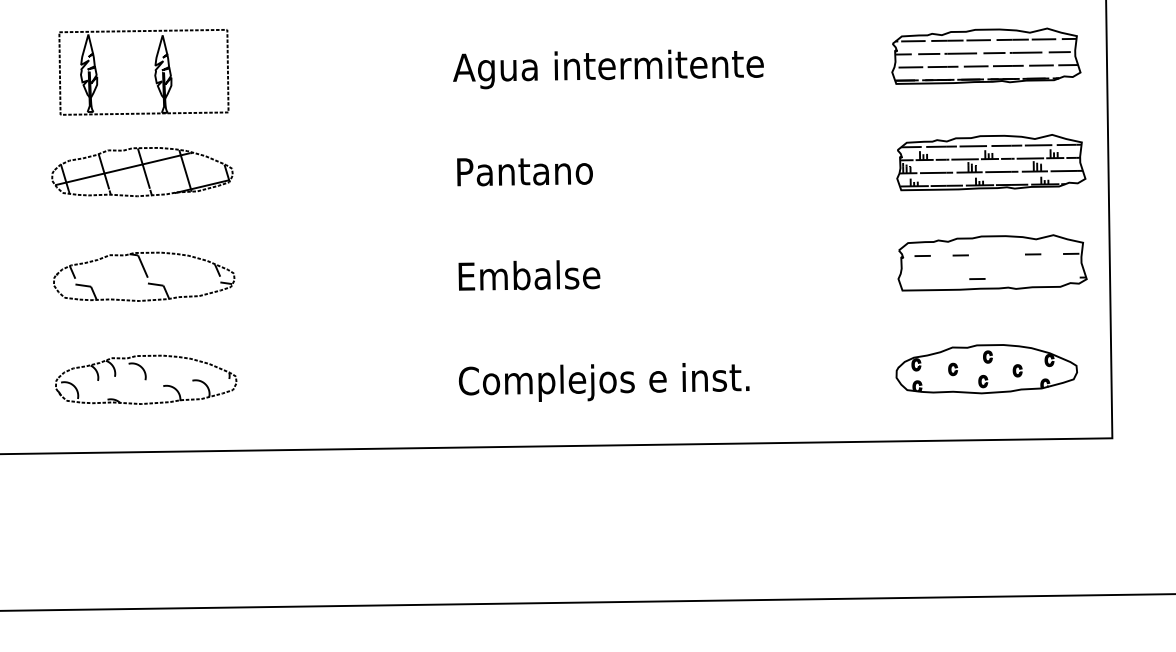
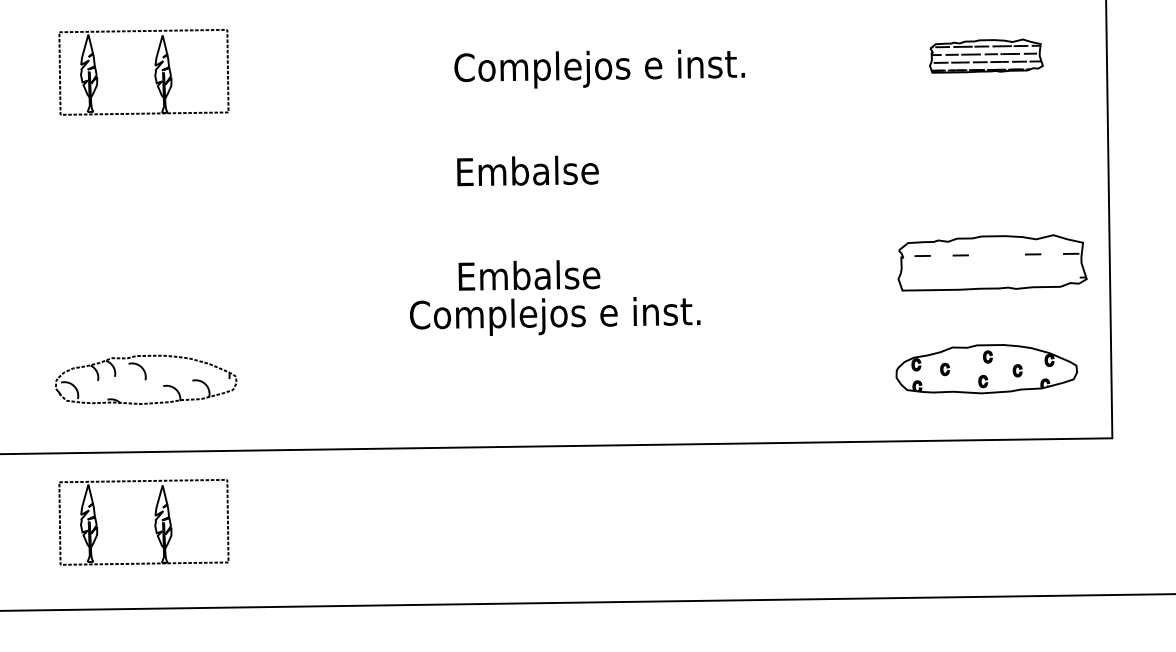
part at (986, 55) size: 191x58 px -> 115x36 px
text at (608, 69): Agua intermitente -> Complejos e inst.
part at (991, 162): present -> none
text at (529, 170): Pantano -> Embalse
part at (142, 172): present -> none
part at (144, 276): present -> none
line at (977, 278): present -> none
part at (952, 369) position: (952, 369) -> (944, 369)
text at (604, 382) position: (604, 382) -> (555, 316)
part at (154, 523): none -> present
